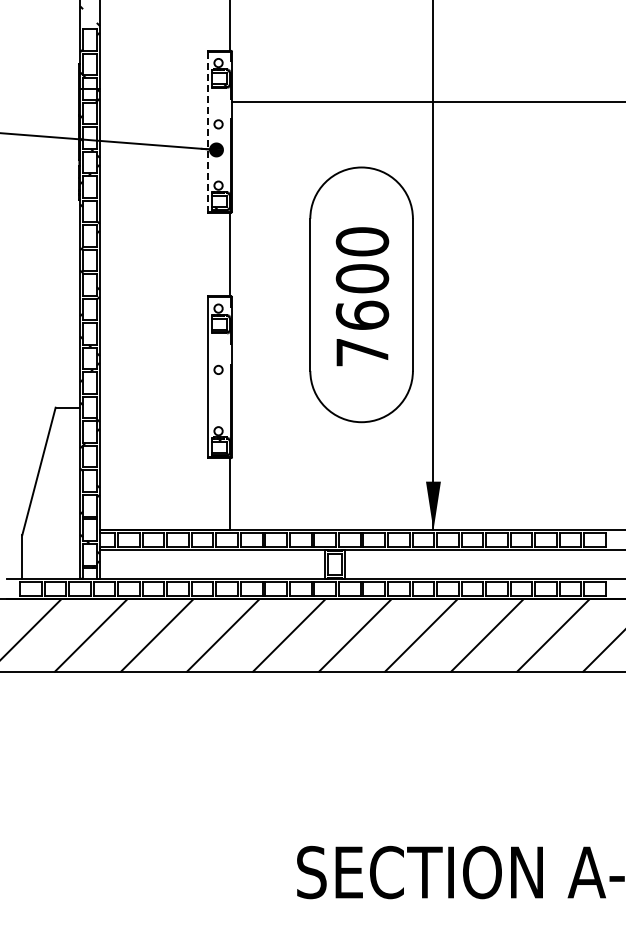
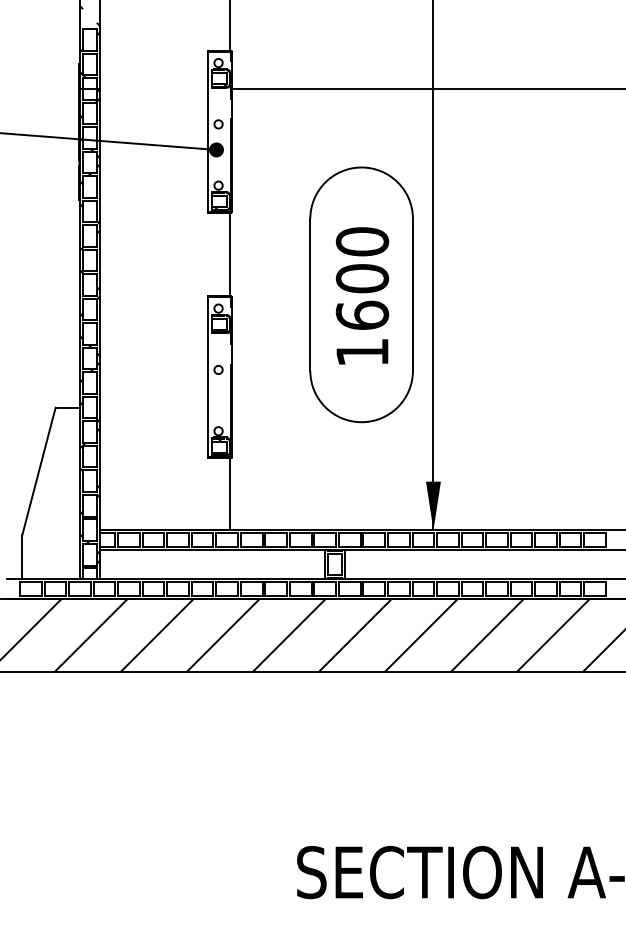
line at (427, 102) position: (427, 102) -> (427, 89)
line at (207, 131): dashed -> solid
text at (362, 352): 7600 -> 1600
